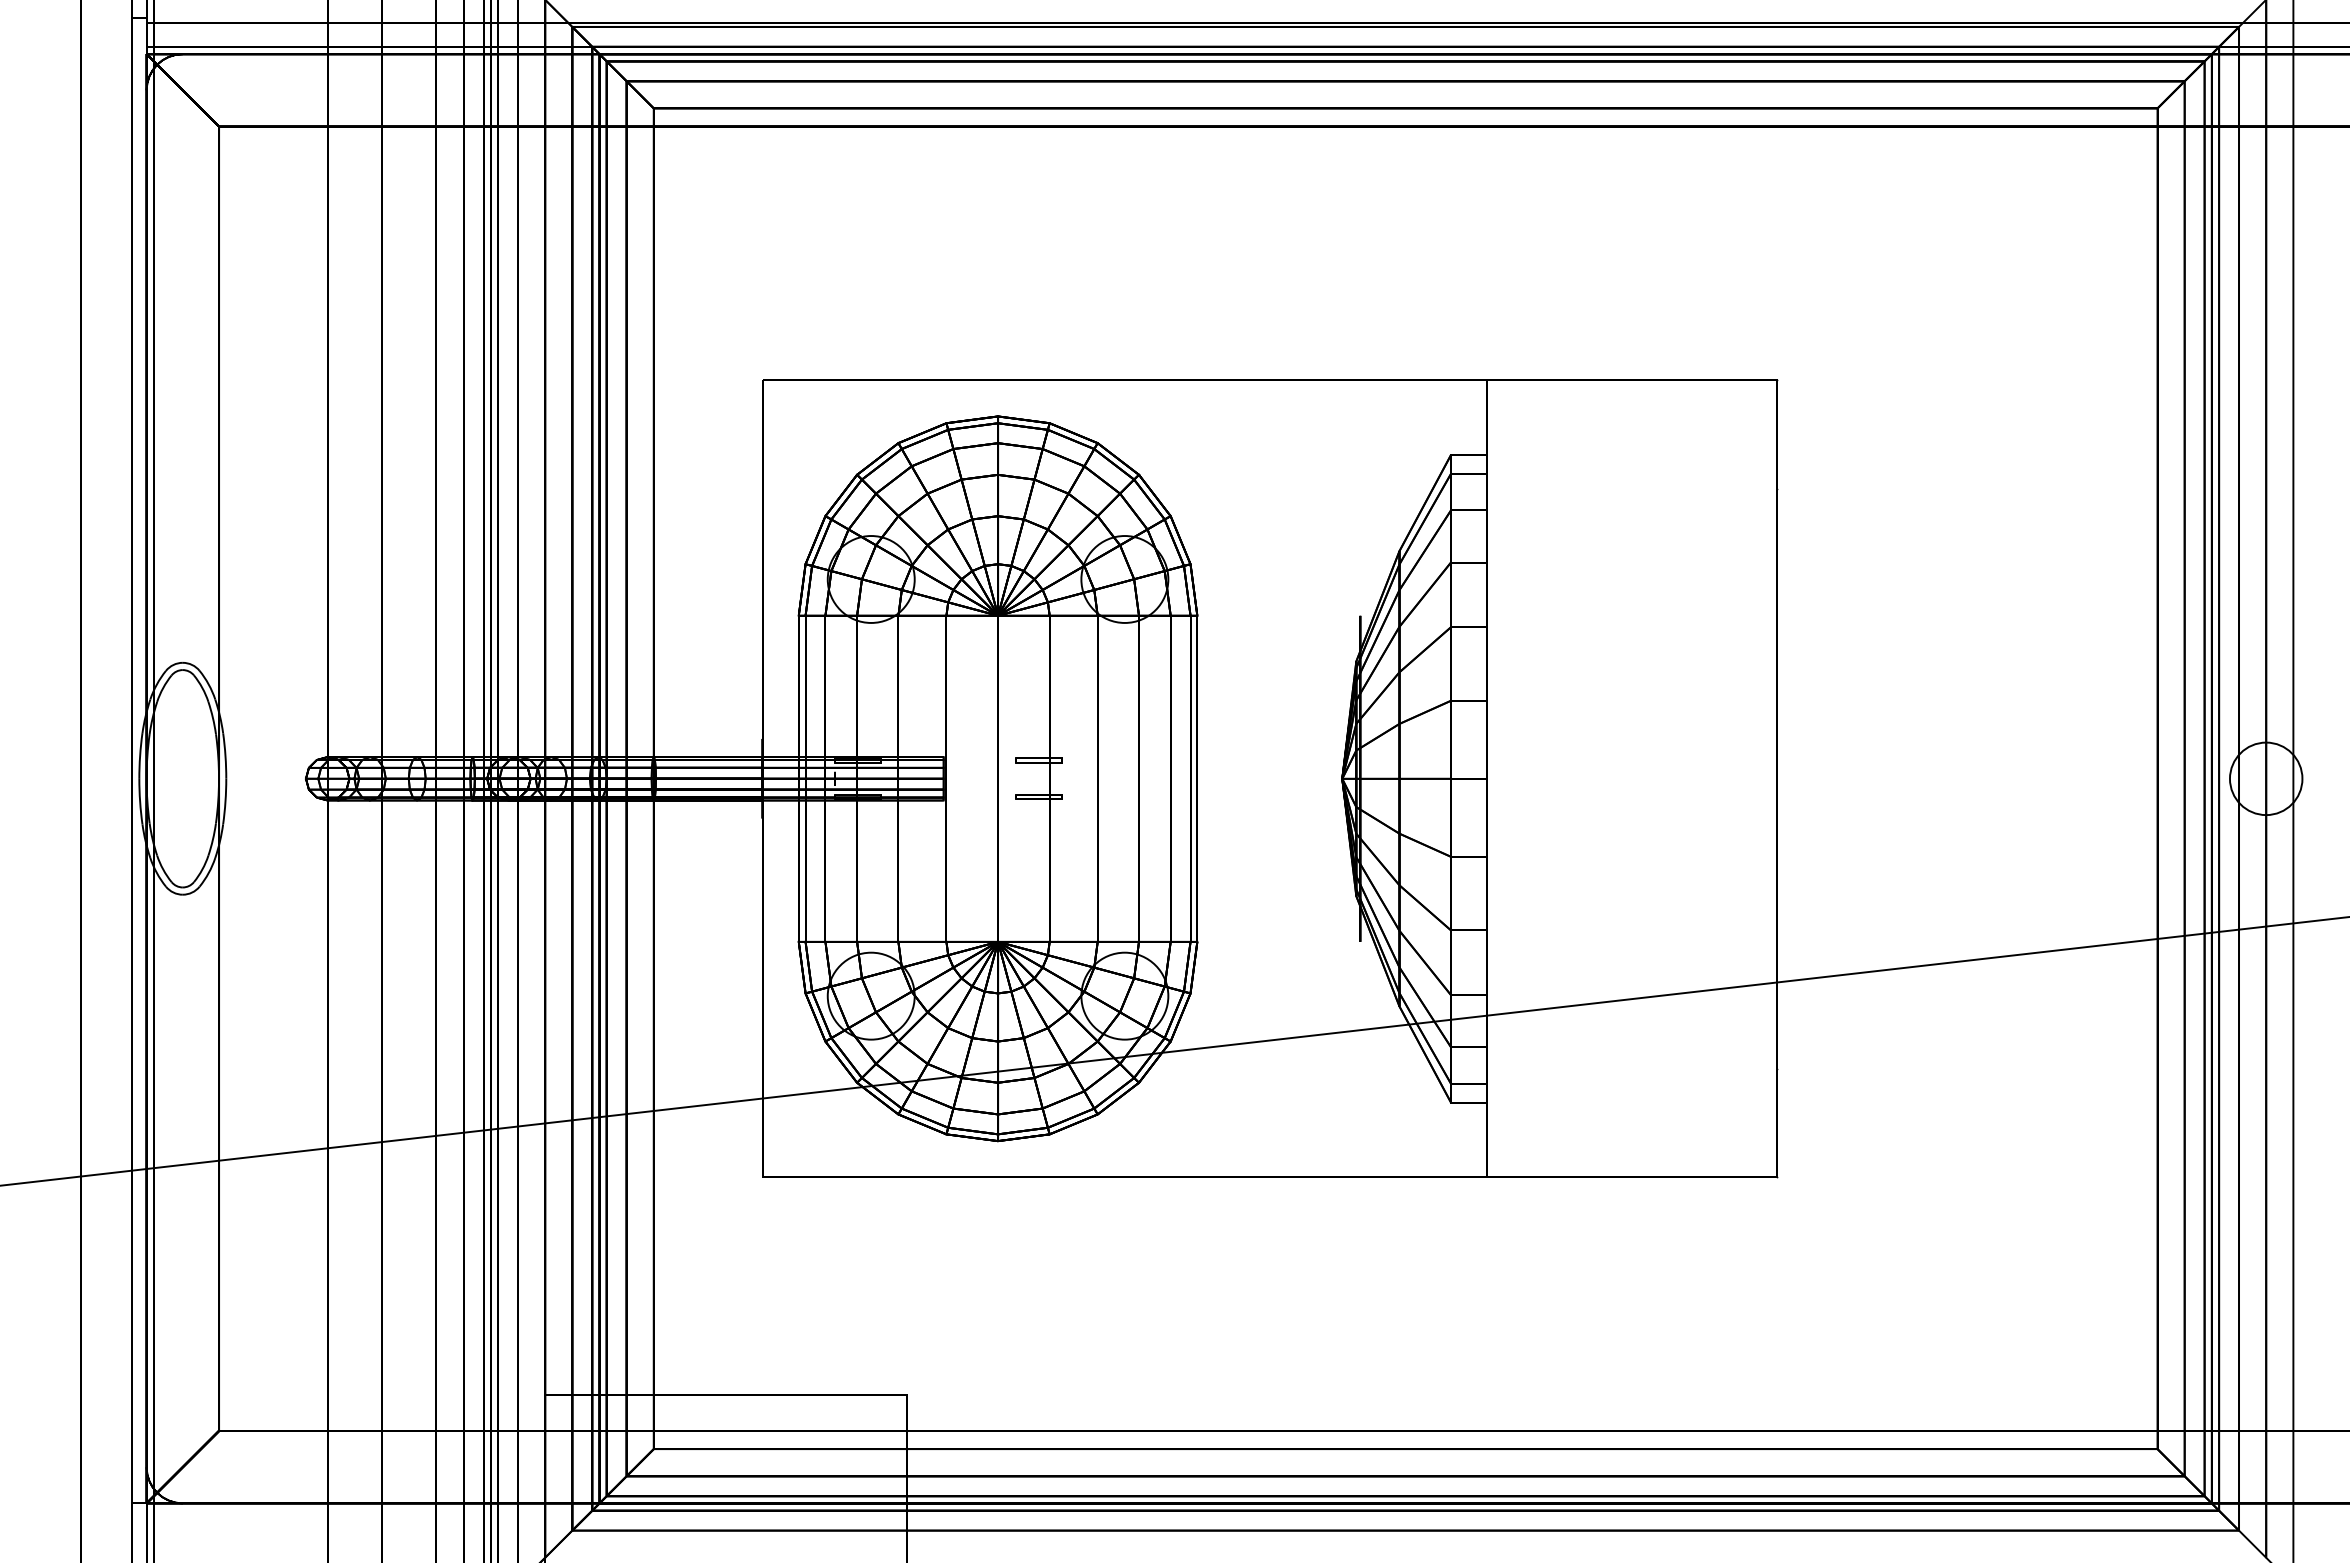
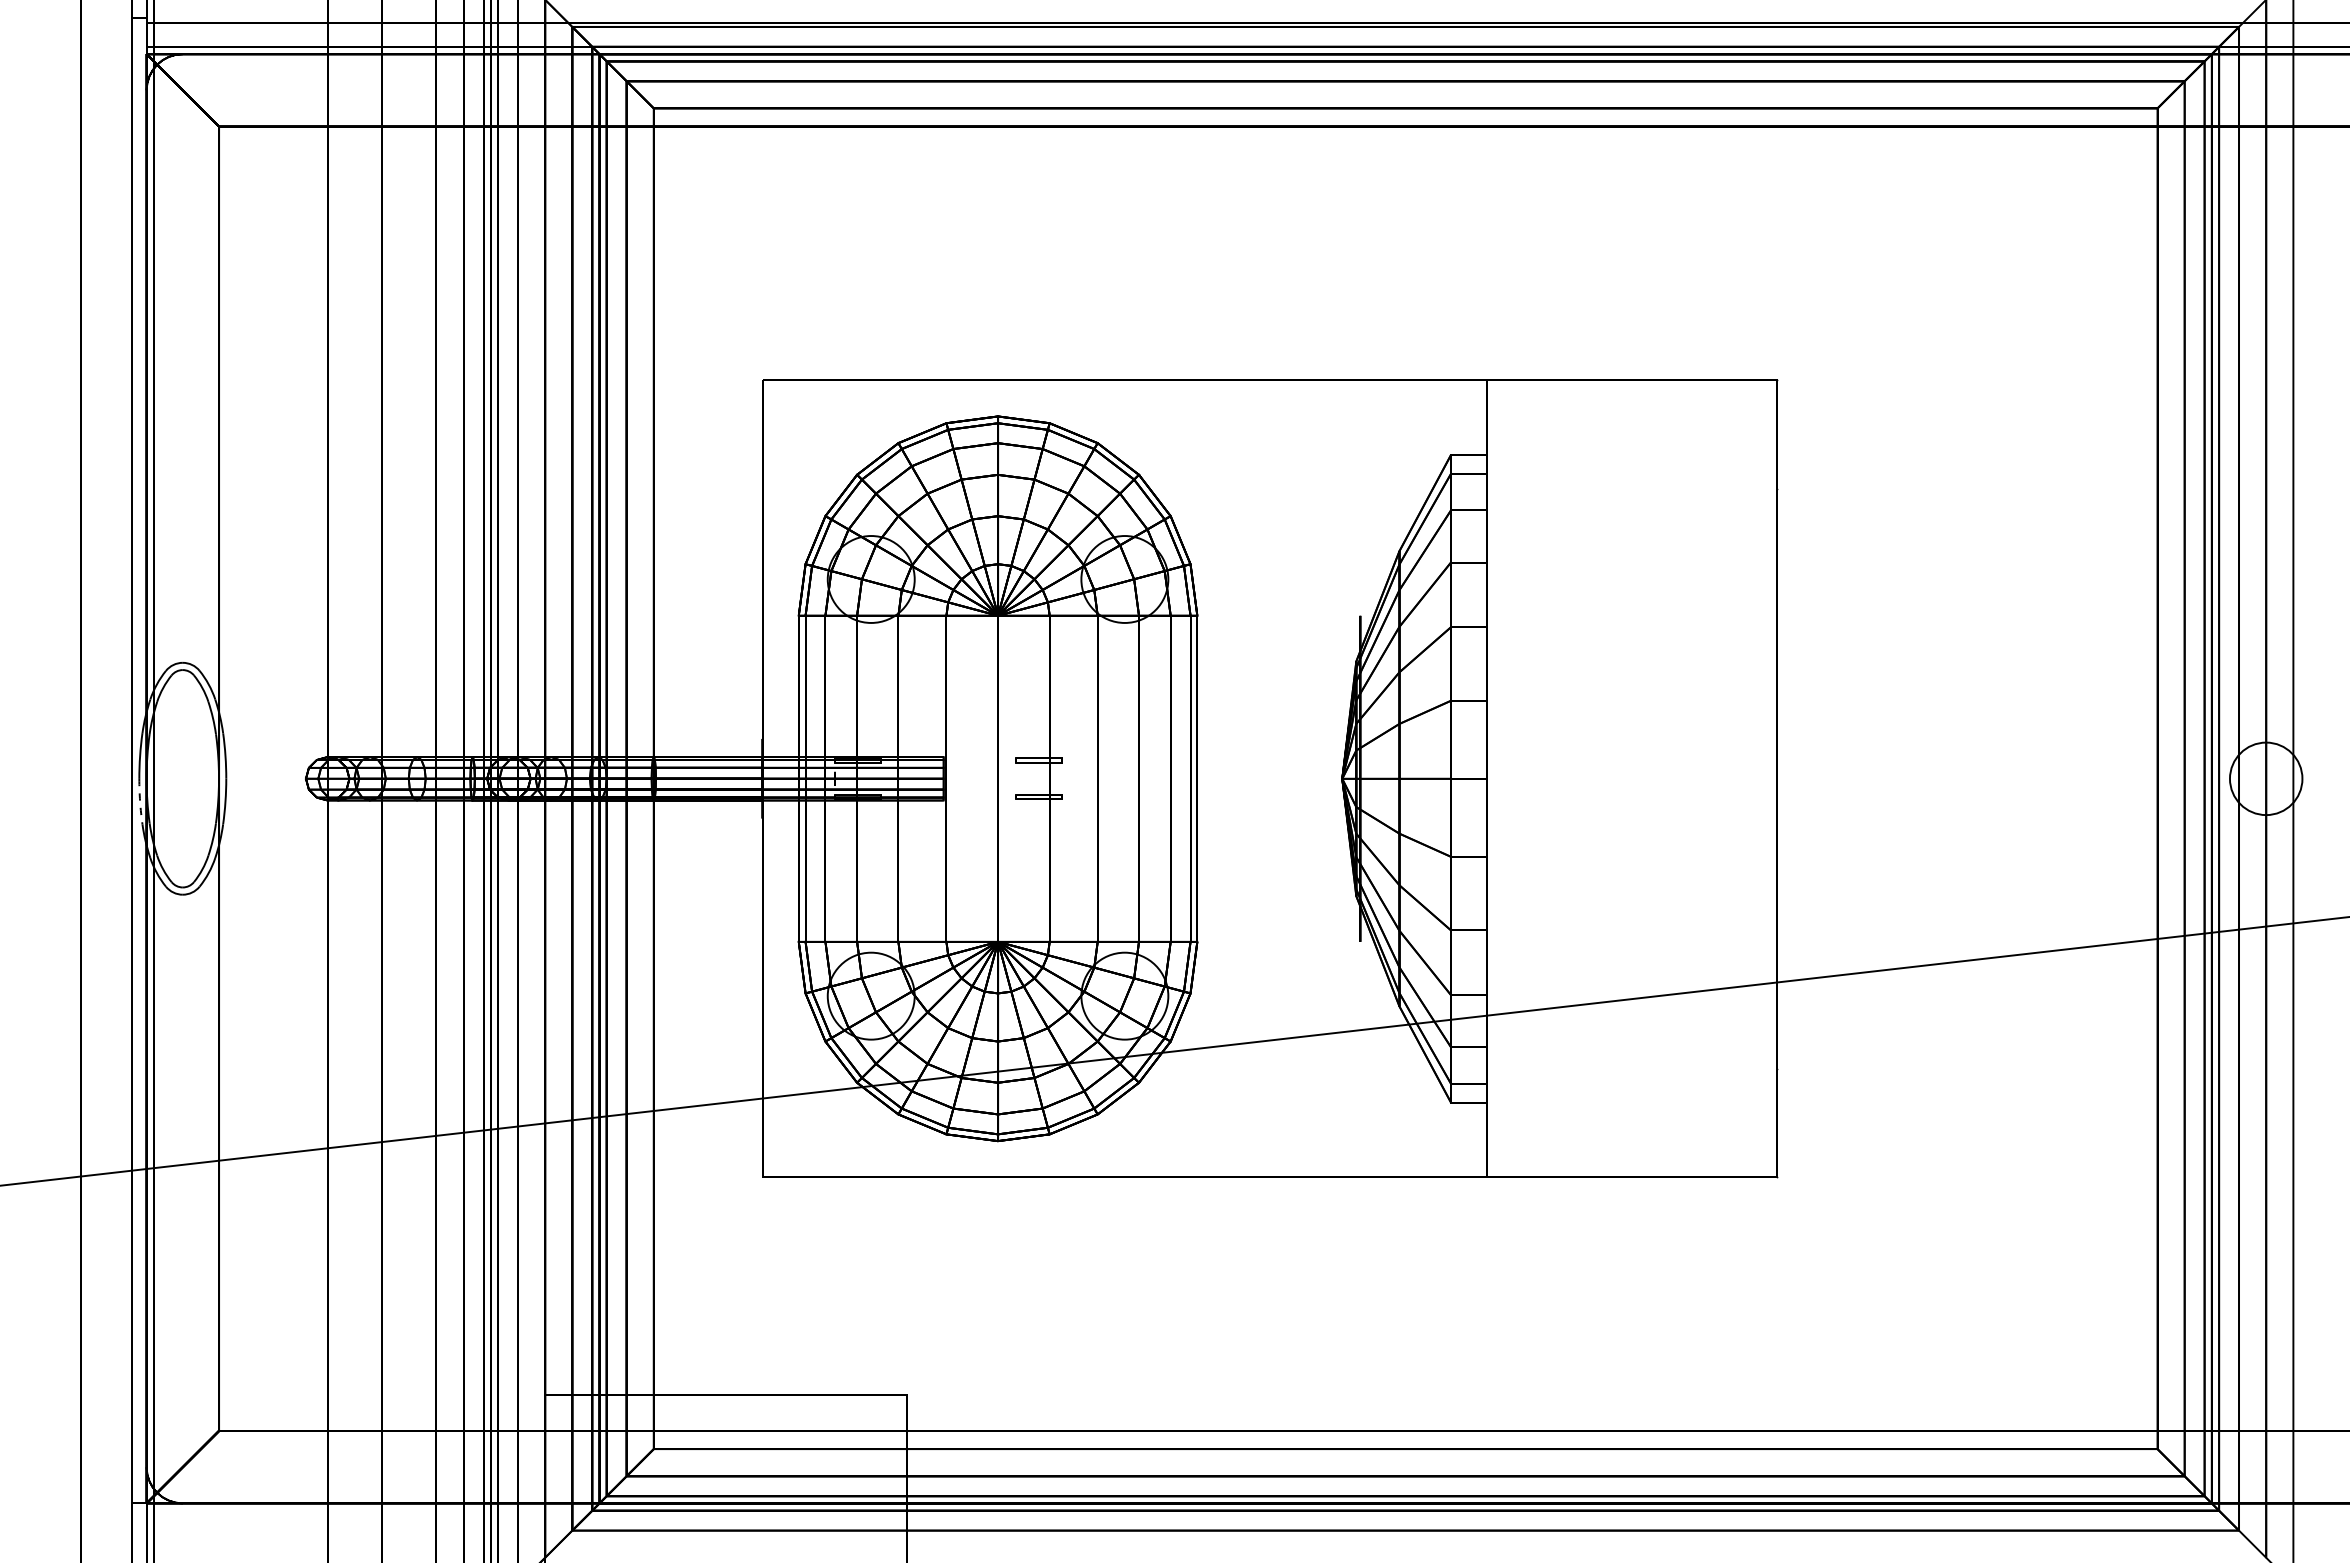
arc at (140, 801): solid -> dashed
